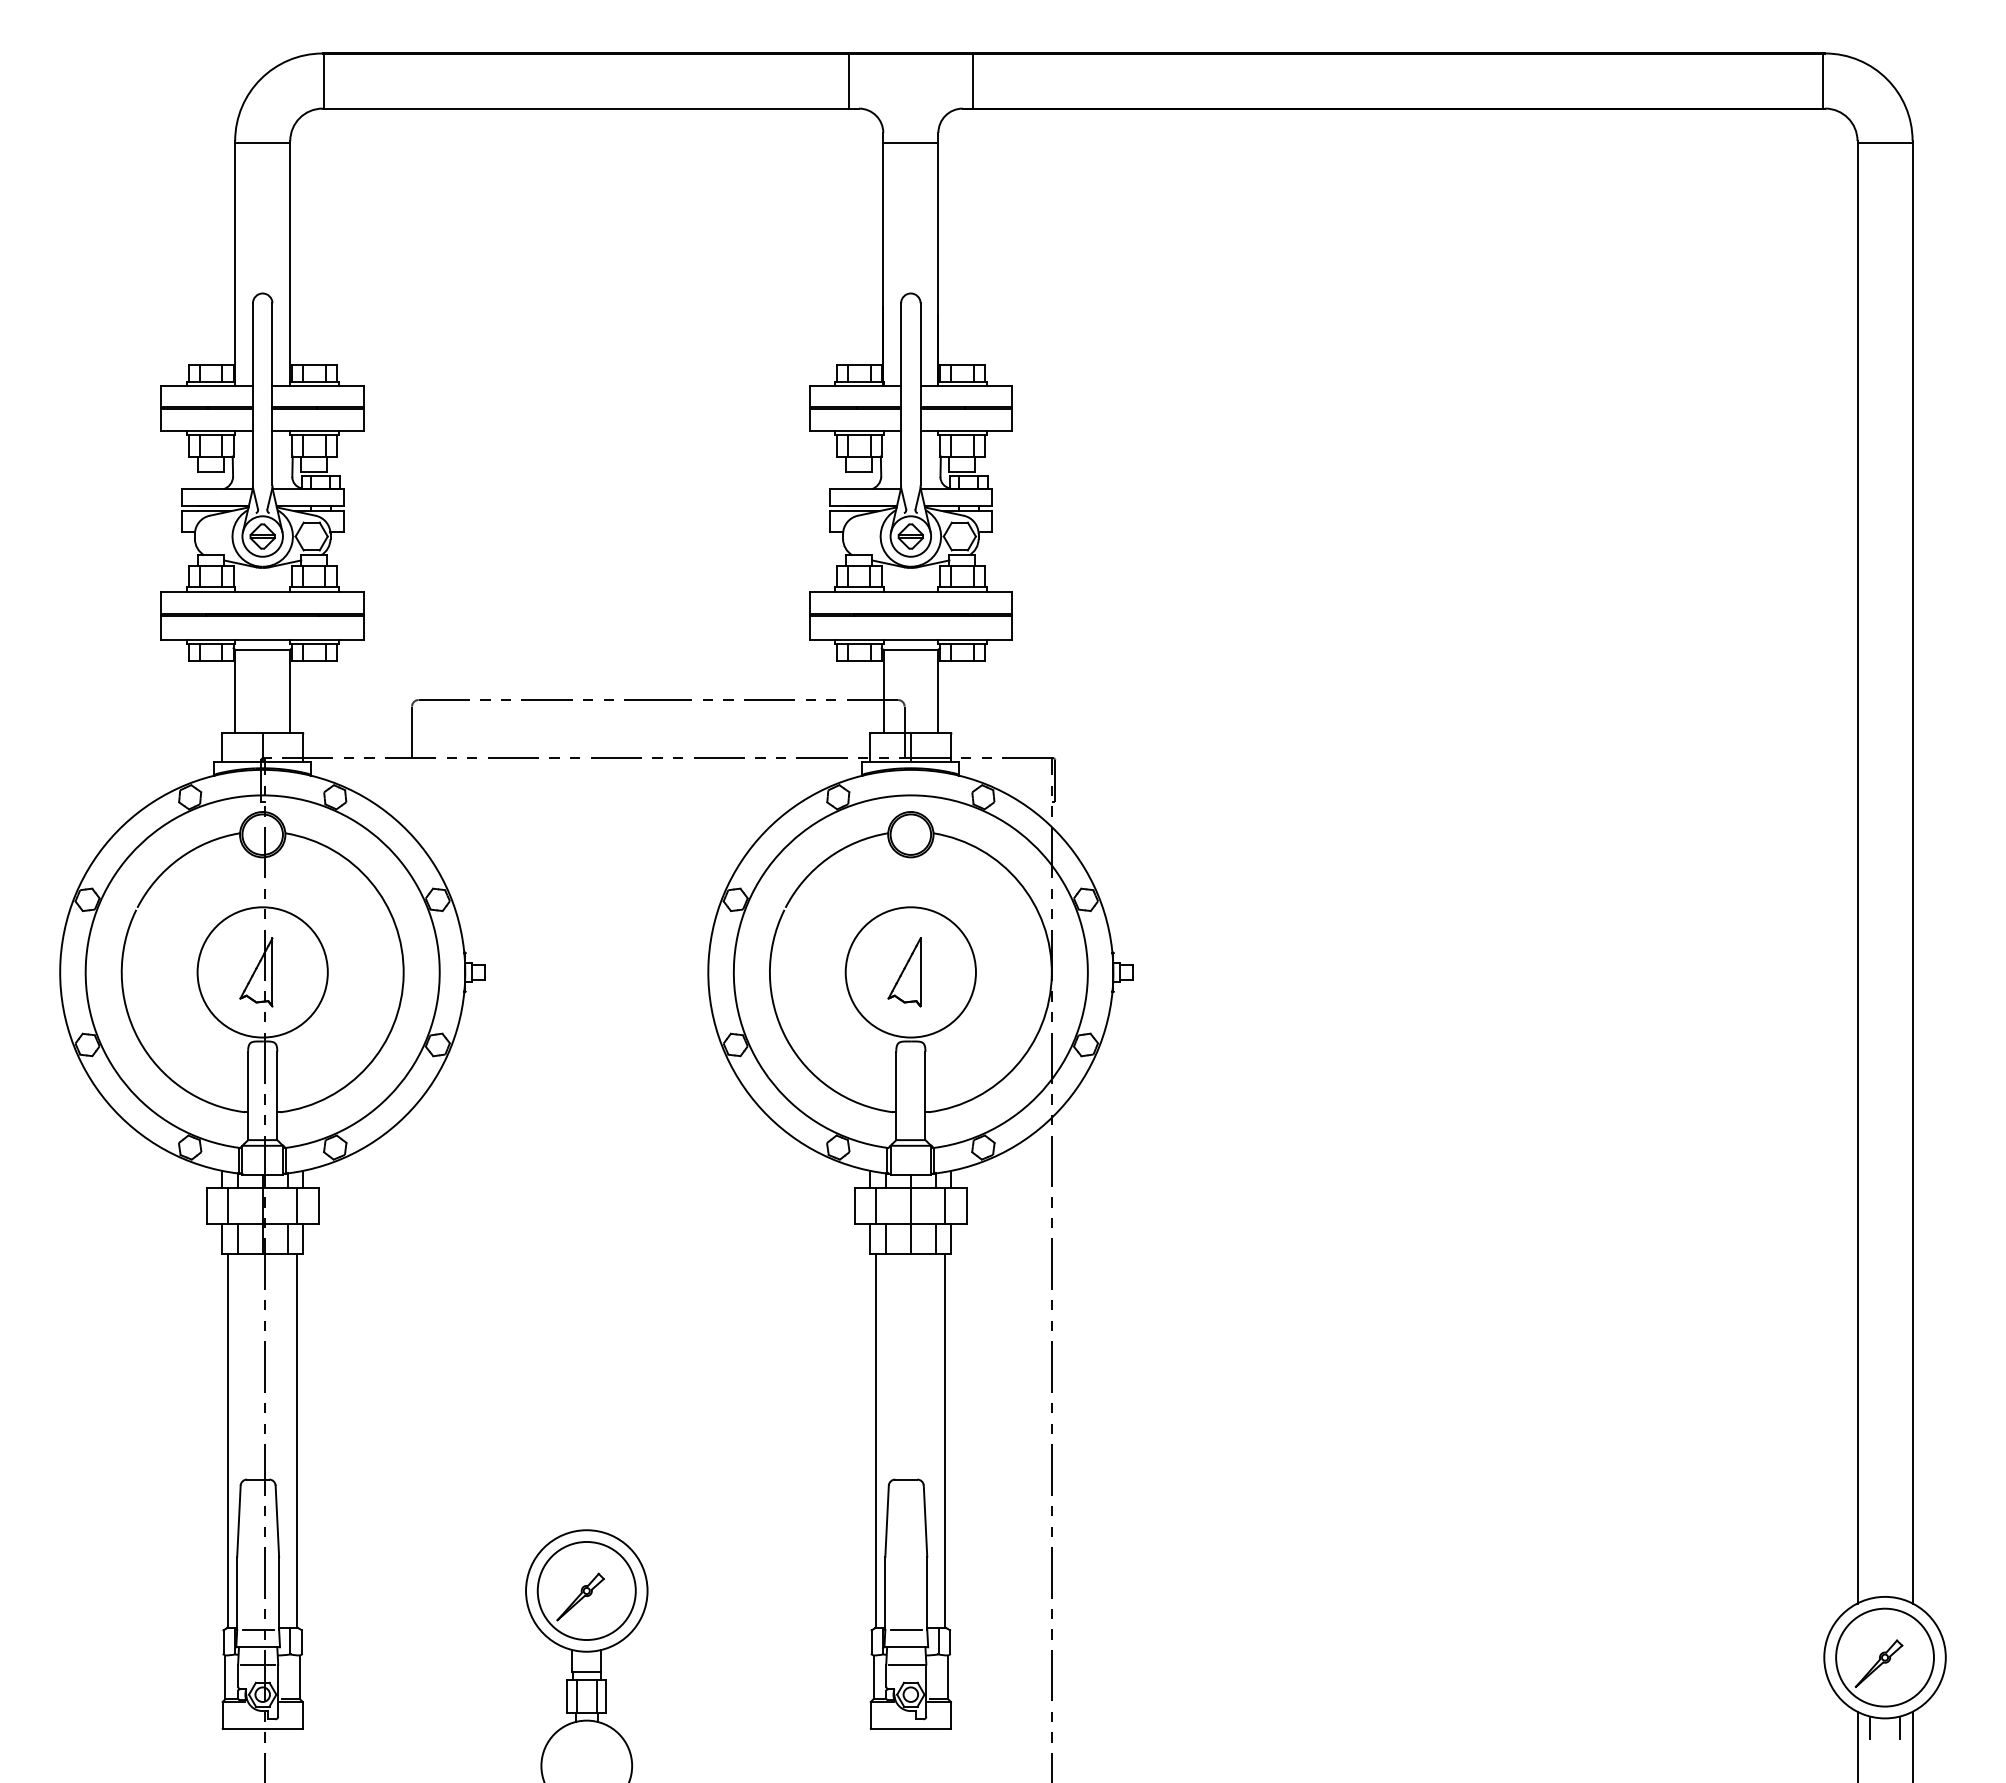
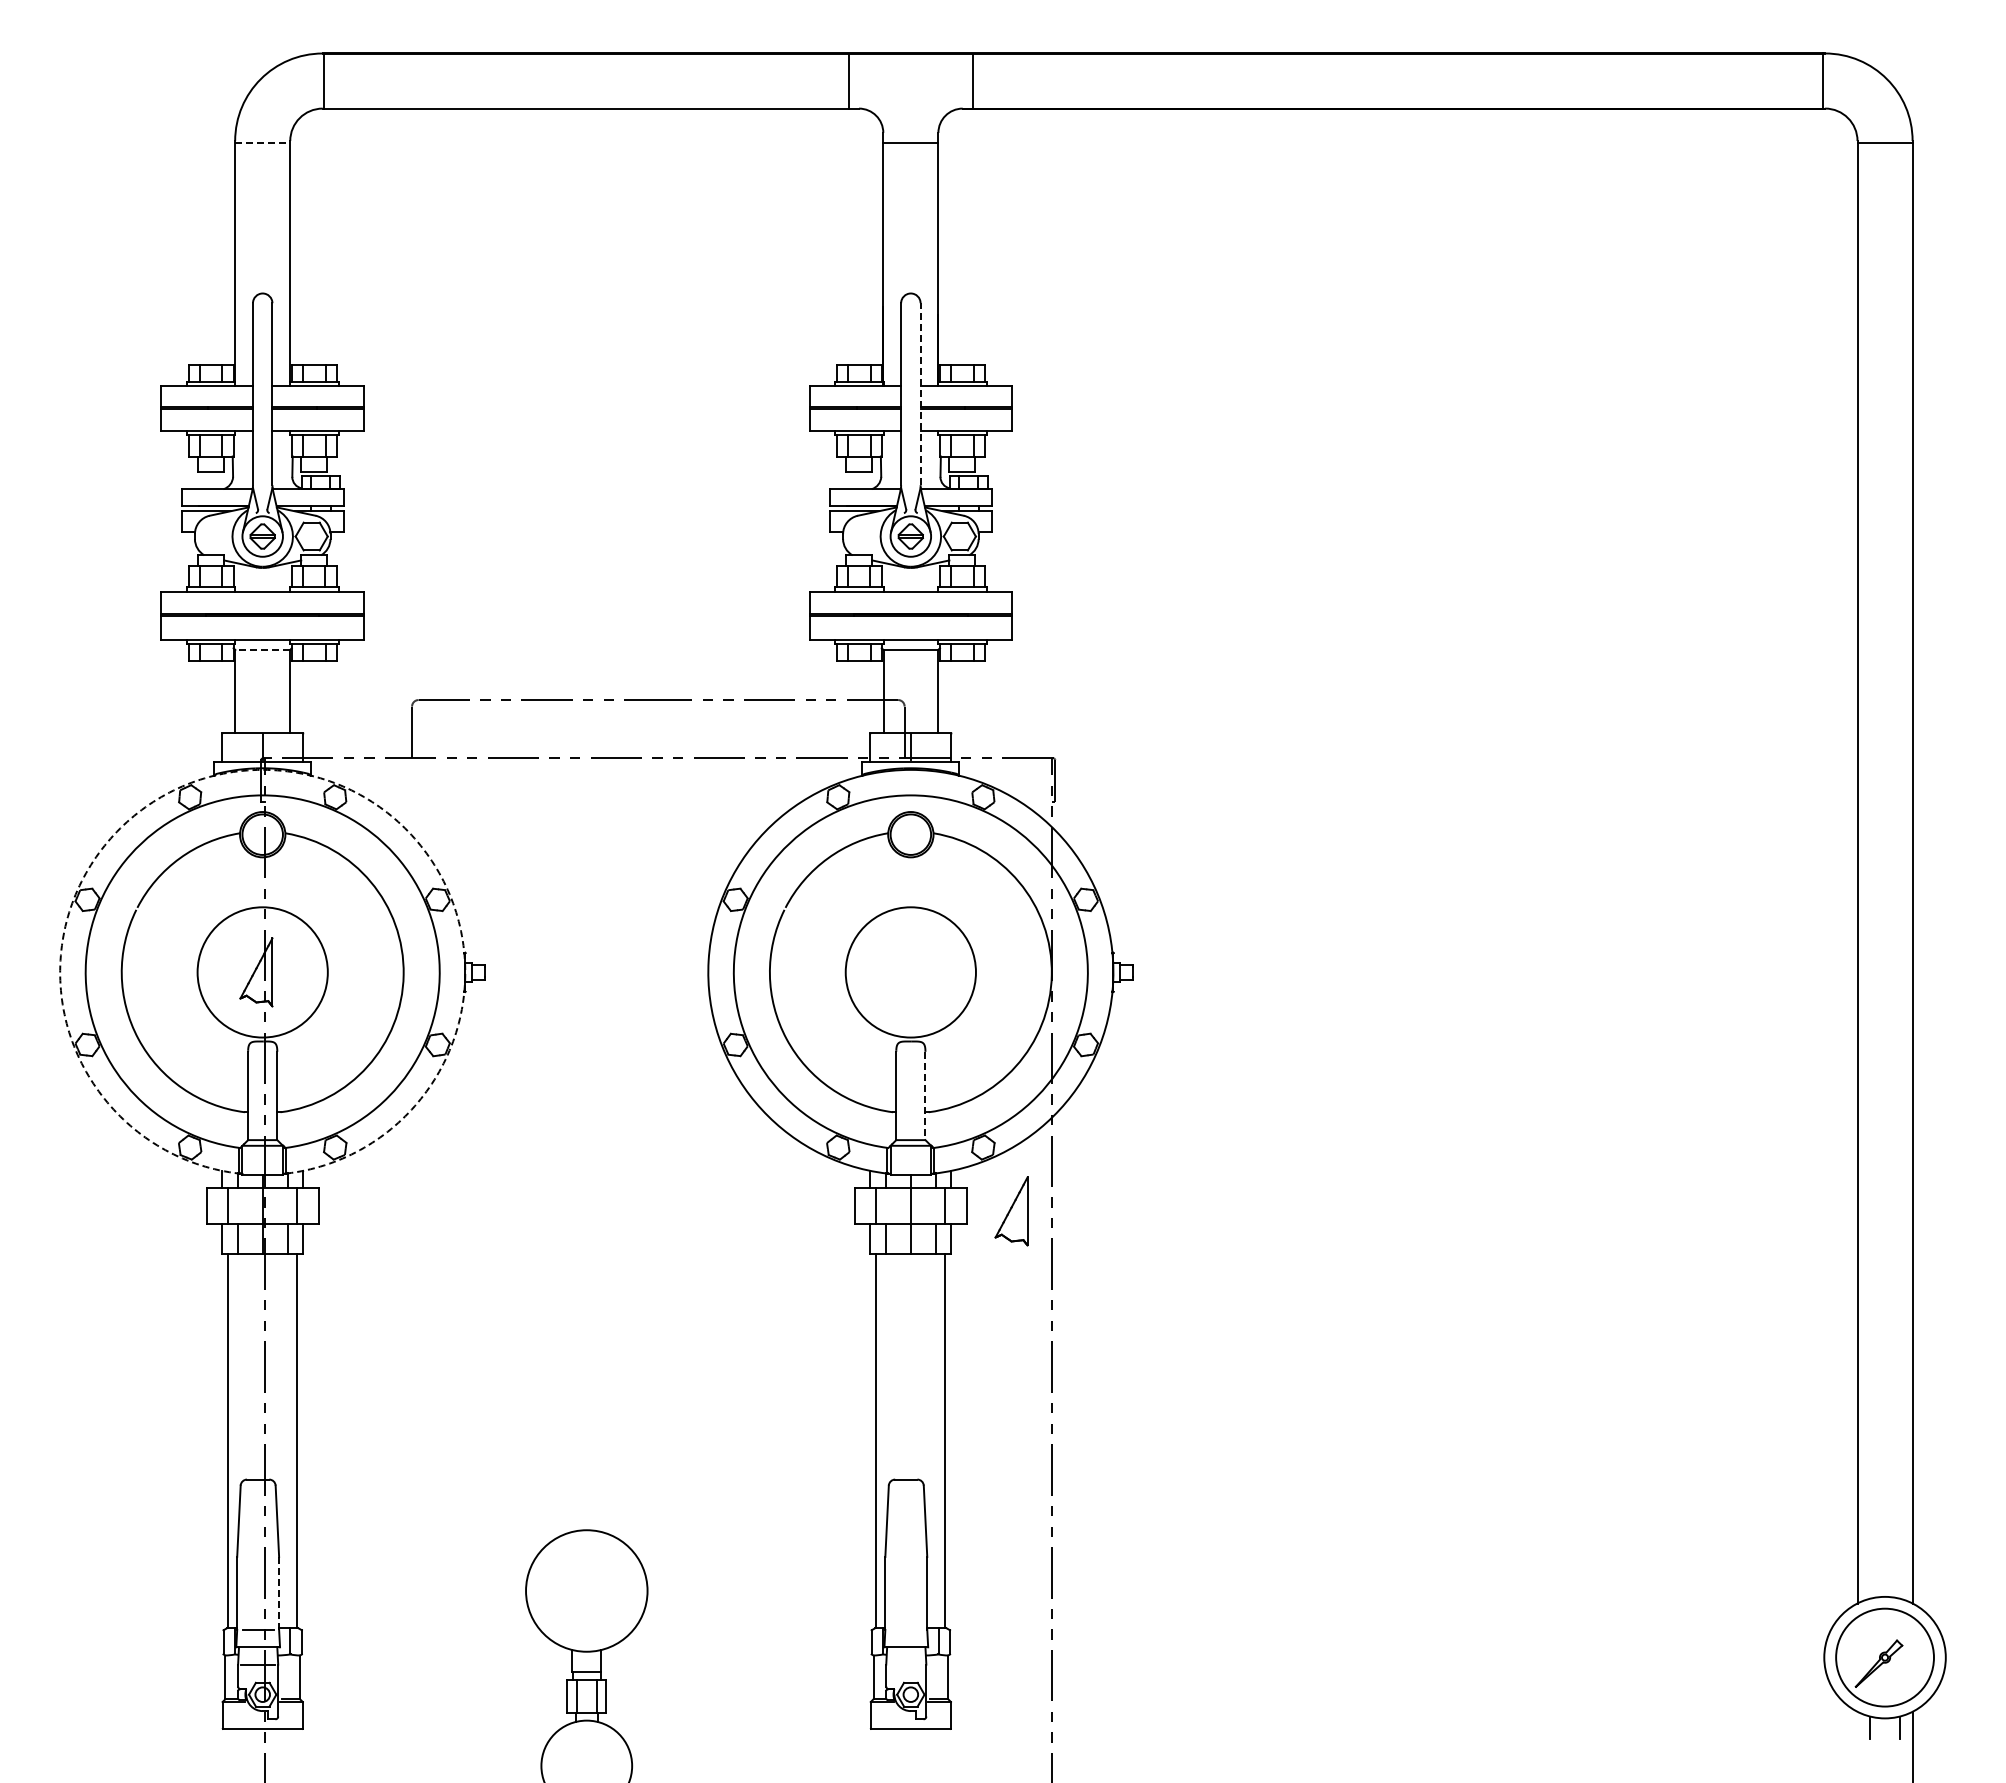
line at (262, 142): solid -> dashed
line at (920, 394): solid -> dashed
line at (262, 649): solid -> dashed
arc at (262, 769): solid -> dashed
part at (904, 972) position: (904, 972) -> (1011, 1211)
line at (925, 1096): solid -> dashed
part at (586, 1590): present -> none
line at (279, 1593): solid -> dashed
line at (906, 1629): present -> none
line at (905, 1664): present -> none
line at (1857, 1745): present -> none
